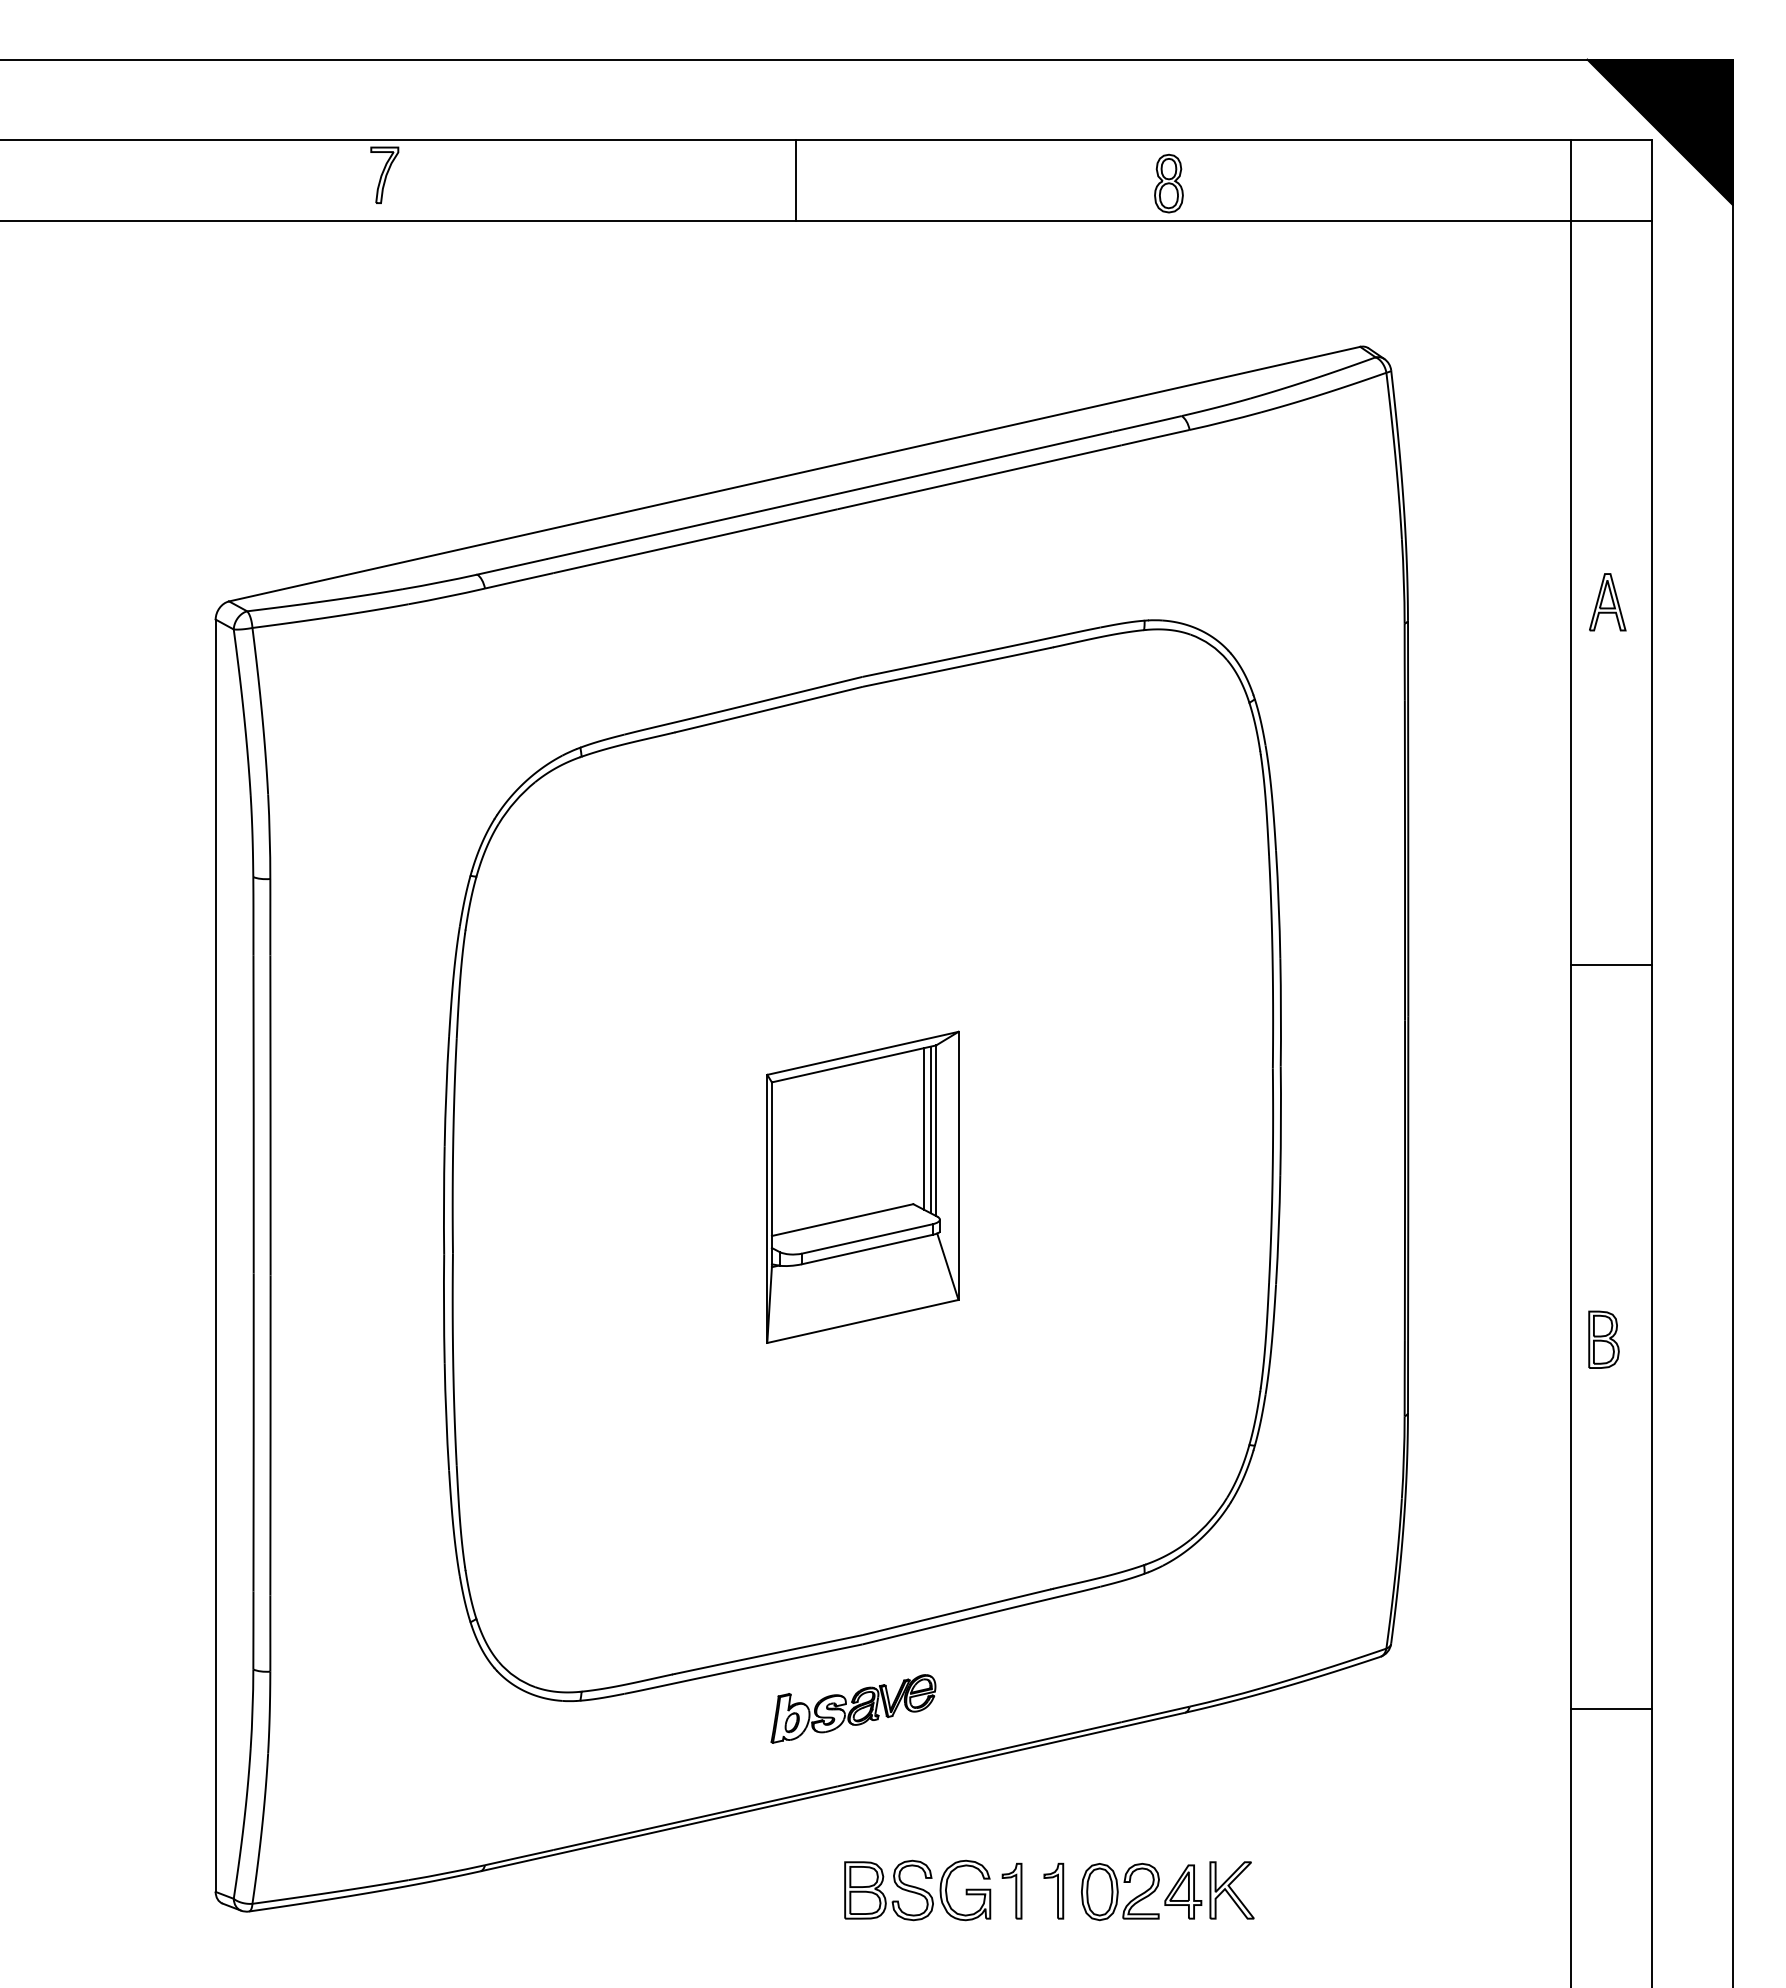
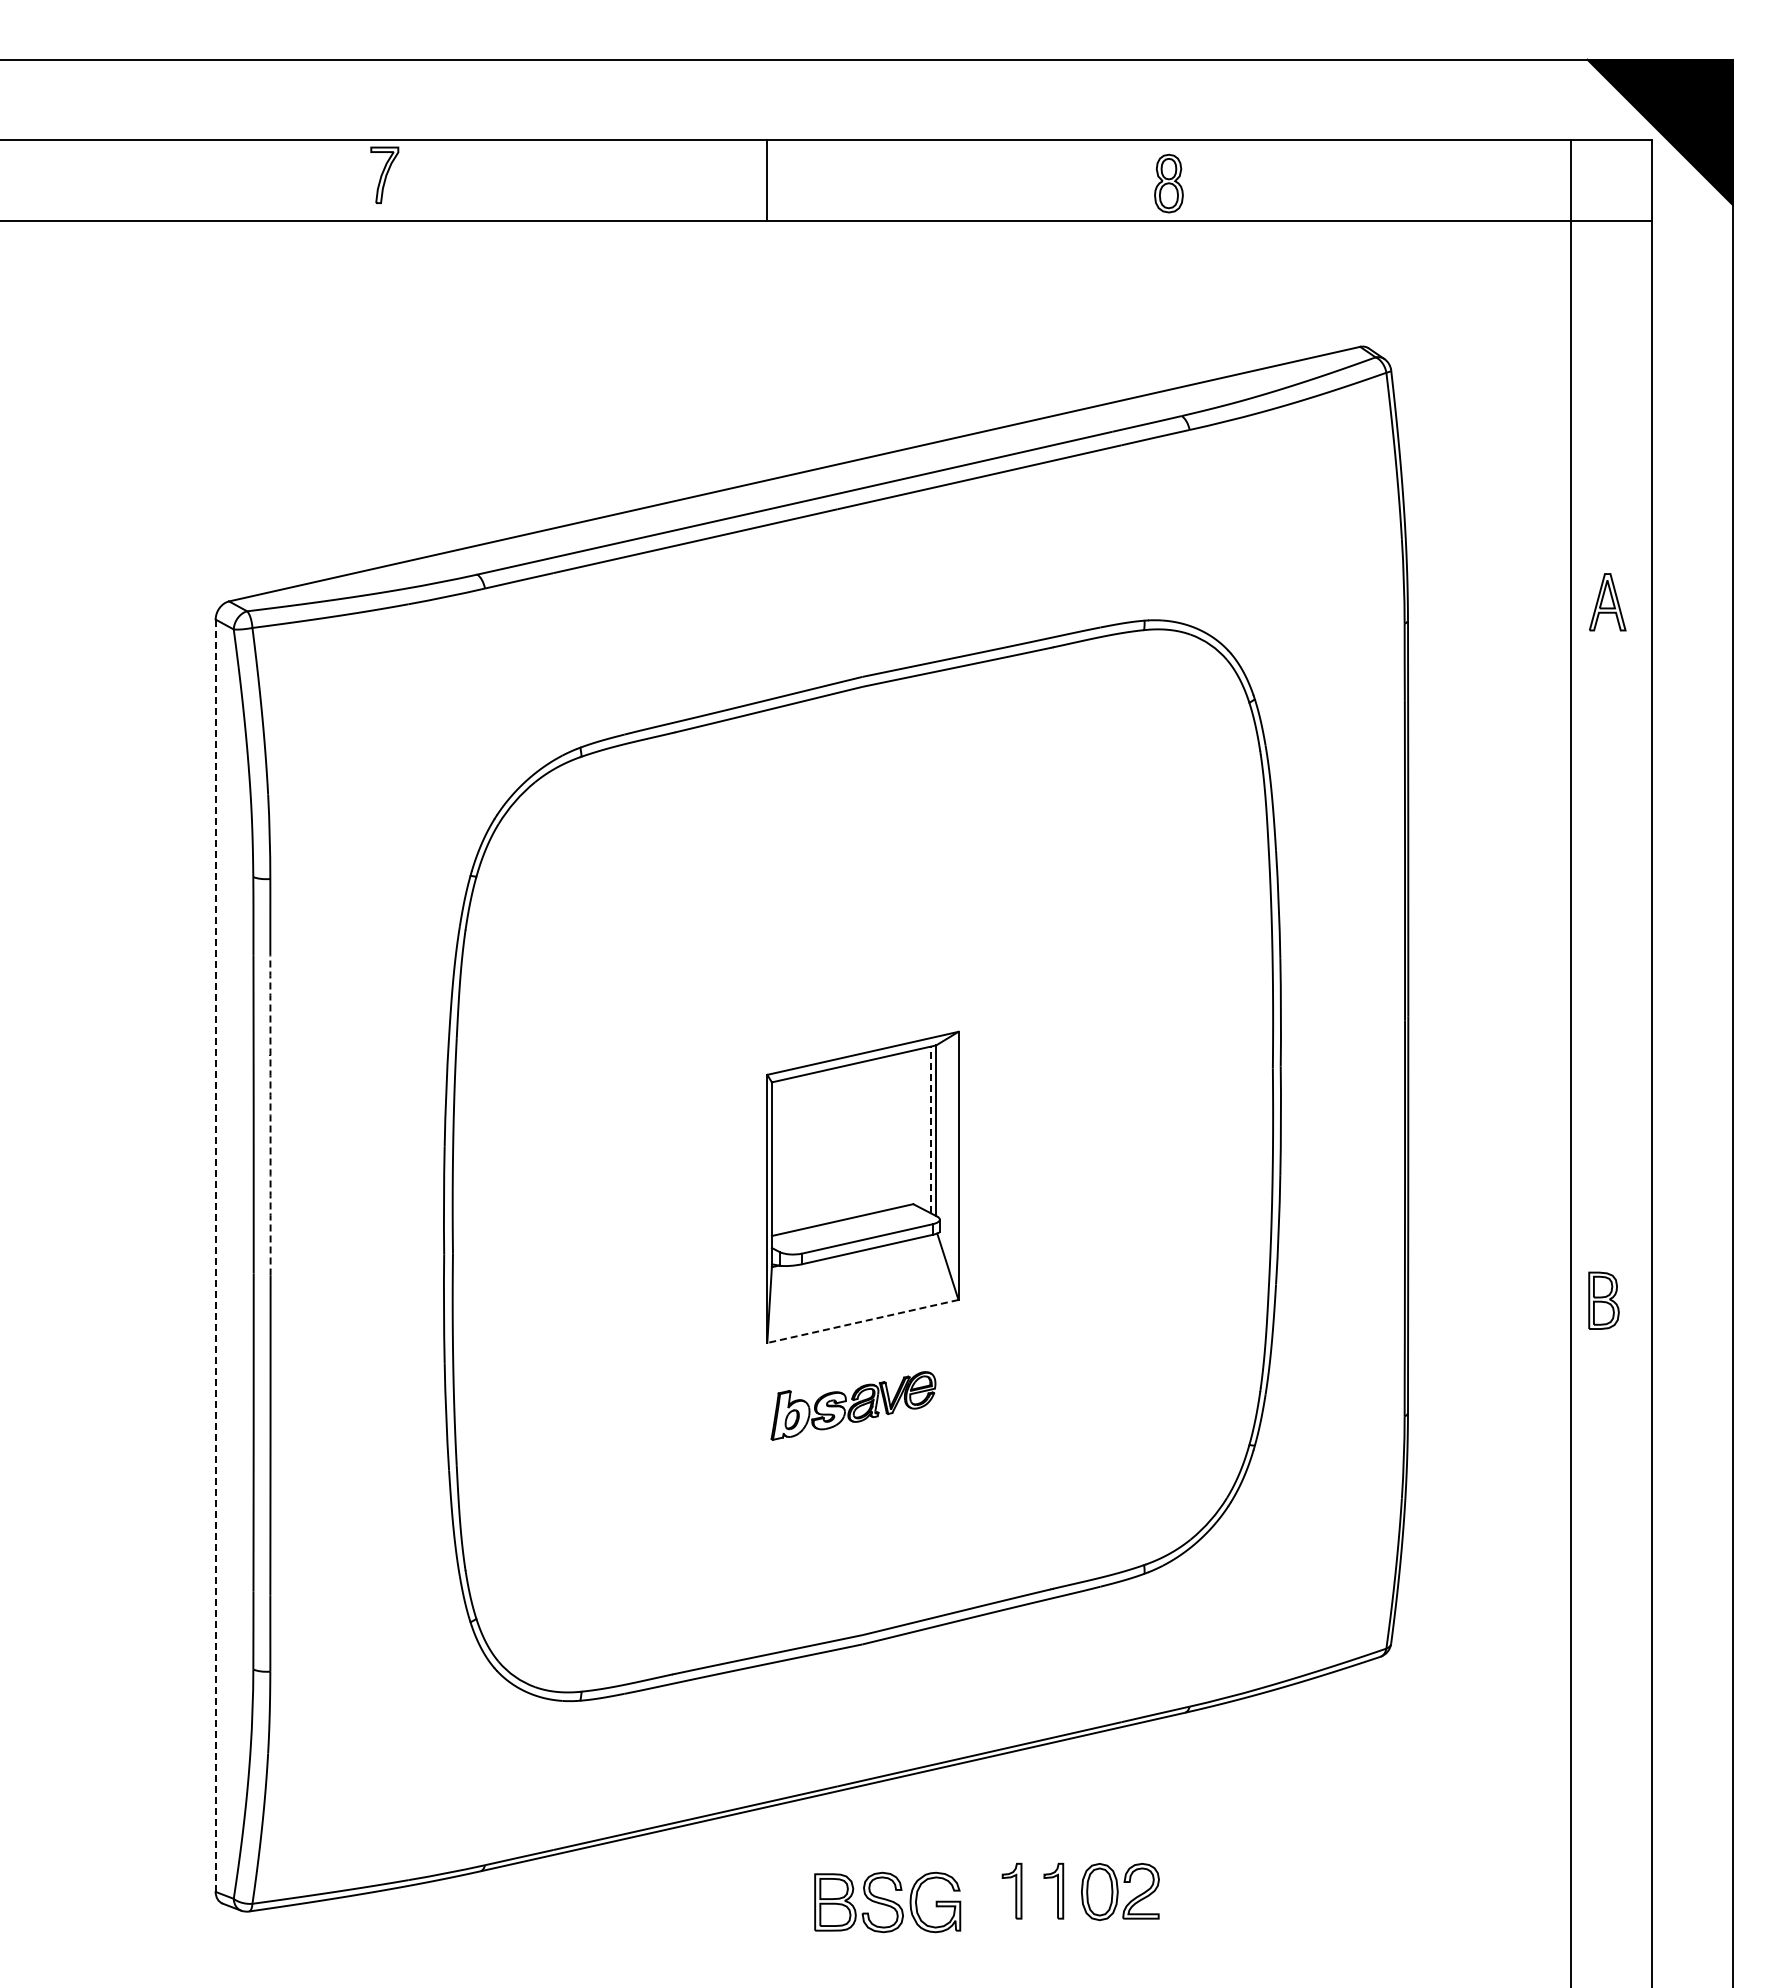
line at (795, 180) position: (795, 180) -> (766, 180)
line at (1611, 965): present -> none
arc at (270, 1115): solid -> dashed
line at (923, 1128): present -> none
line at (930, 1129): solid -> dashed
line at (215, 1255): solid -> dashed
line at (862, 1321): solid -> dashed
part at (1603, 1339) position: (1603, 1339) -> (1603, 1300)
part at (853, 1708) position: (853, 1708) -> (853, 1405)
line at (1611, 1709): present -> none
part at (917, 1890) position: (917, 1890) -> (887, 1902)
part at (1209, 1890): present -> none
